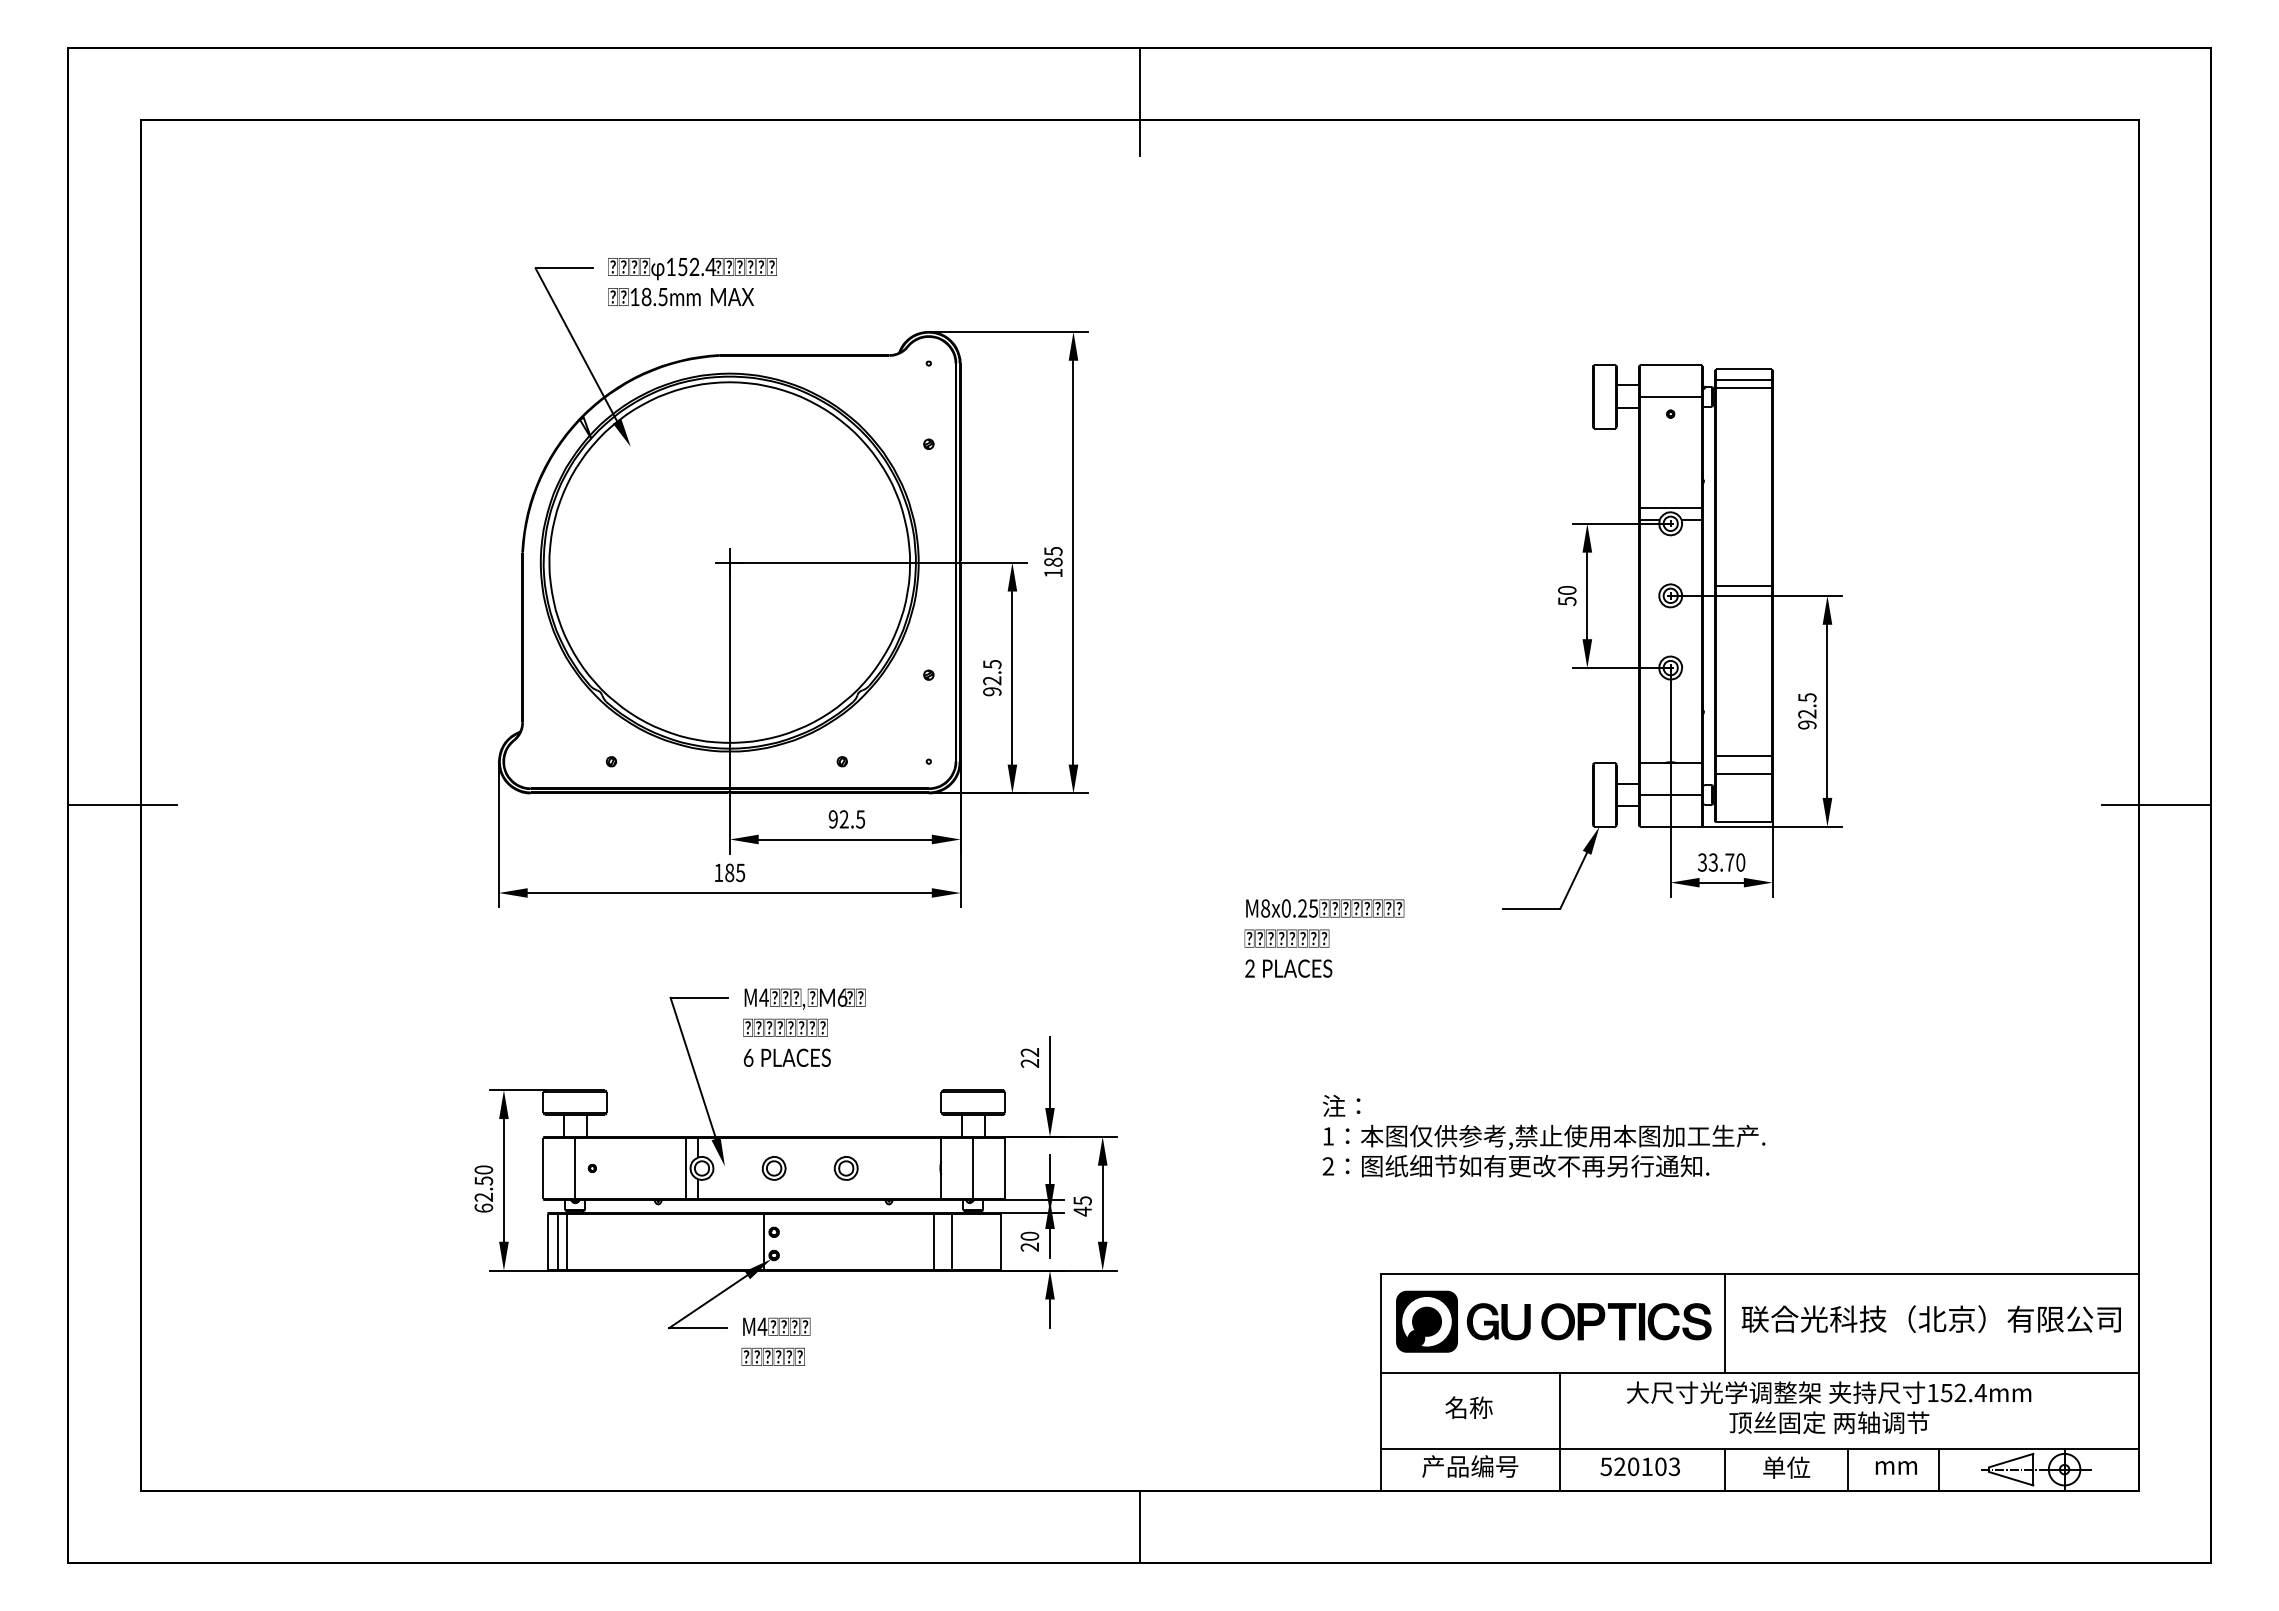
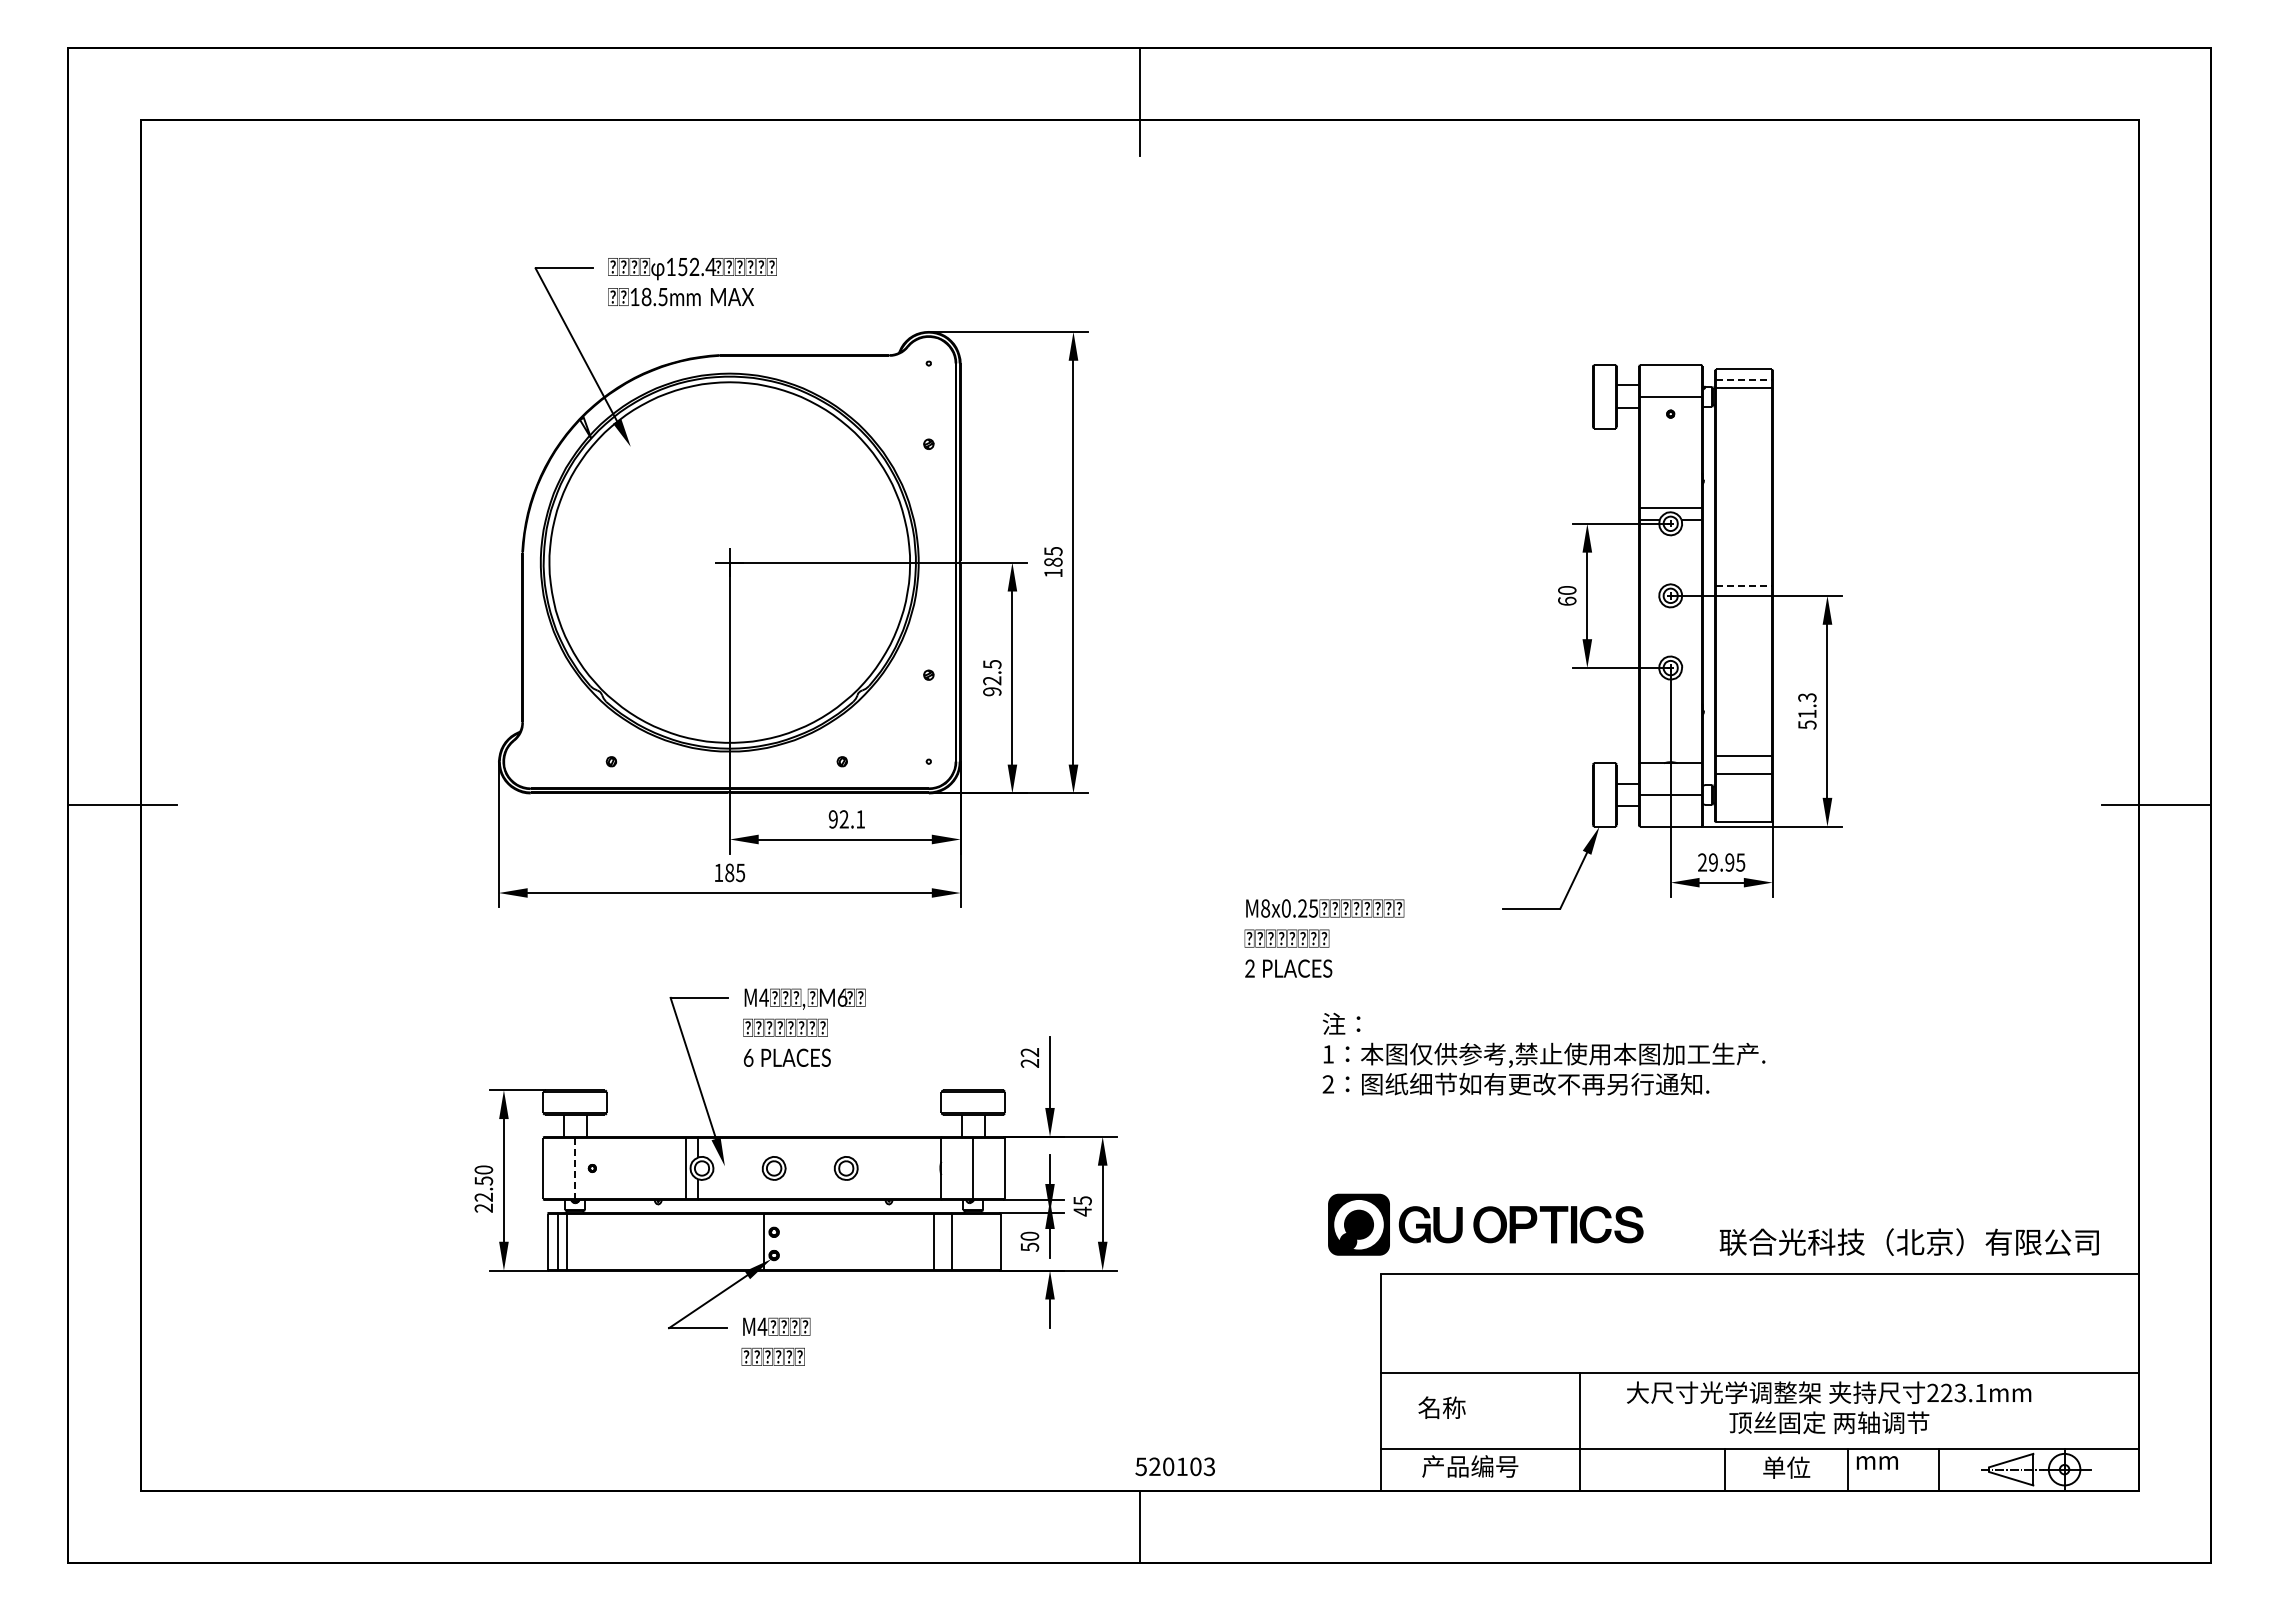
line at (1744, 379): solid -> dashed
line at (1744, 585): solid -> dashed
text at (1567, 601): 50 -> 60
text at (1807, 711): 92.5 -> 51.3
text at (860, 819): 92.5 -> 92.1
text at (1721, 862): 33.70 -> 29.95
text at (1543, 1135) position: (1543, 1135) -> (1543, 1053)
line at (575, 1168): solid -> dashed
text at (483, 1207): 62.50 -> 22.50
text at (1029, 1246): 20 -> 50
text at (1930, 1318) position: (1930, 1318) -> (1908, 1241)
part at (1553, 1321) position: (1553, 1321) -> (1485, 1224)
line at (1724, 1323): present -> none
text at (1956, 1392): 152.4mm -> 223.1mm
text at (1468, 1407) position: (1468, 1407) -> (1441, 1407)
line at (1559, 1431) position: (1559, 1431) -> (1579, 1431)
text at (1639, 1466) position: (1639, 1466) -> (1174, 1466)
text at (1895, 1467) position: (1895, 1467) -> (1876, 1462)
